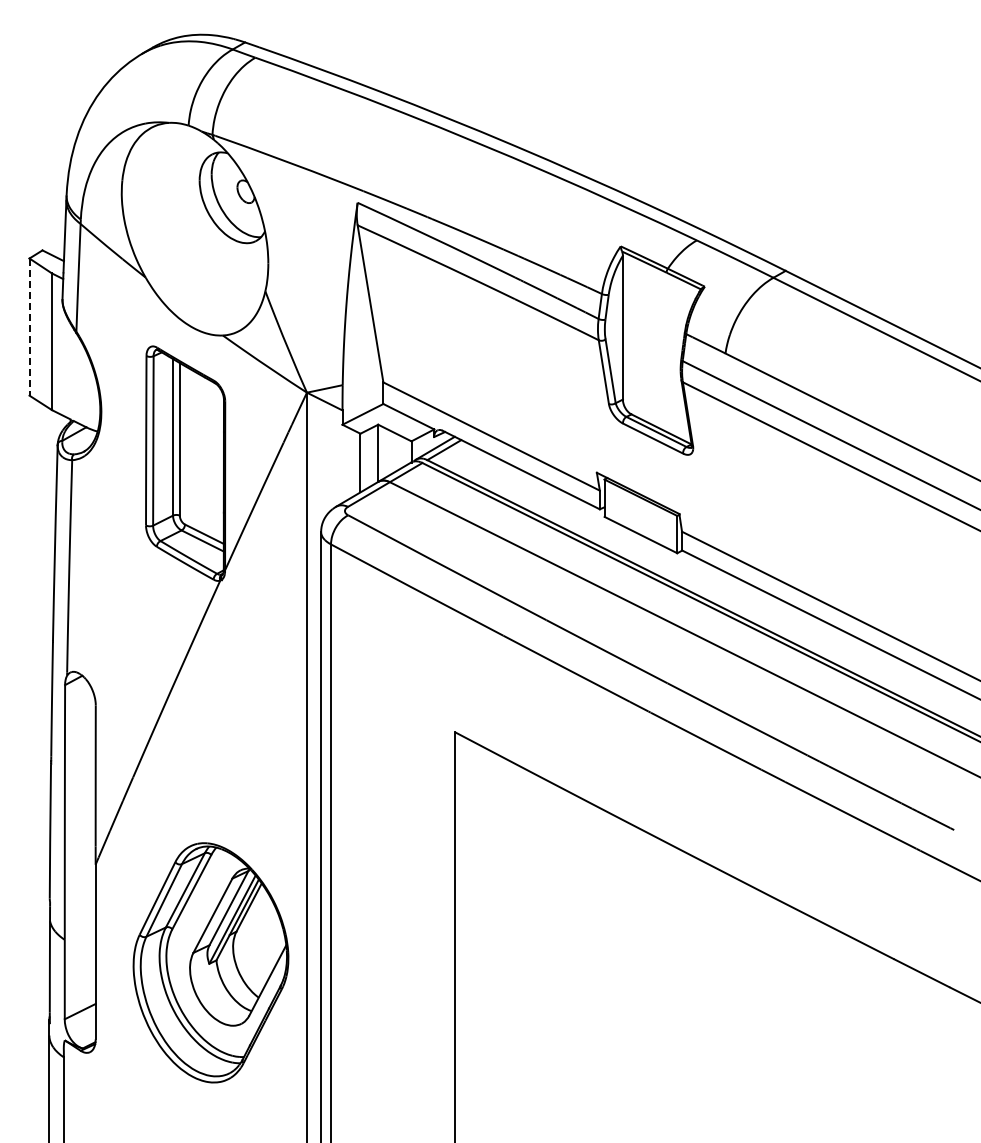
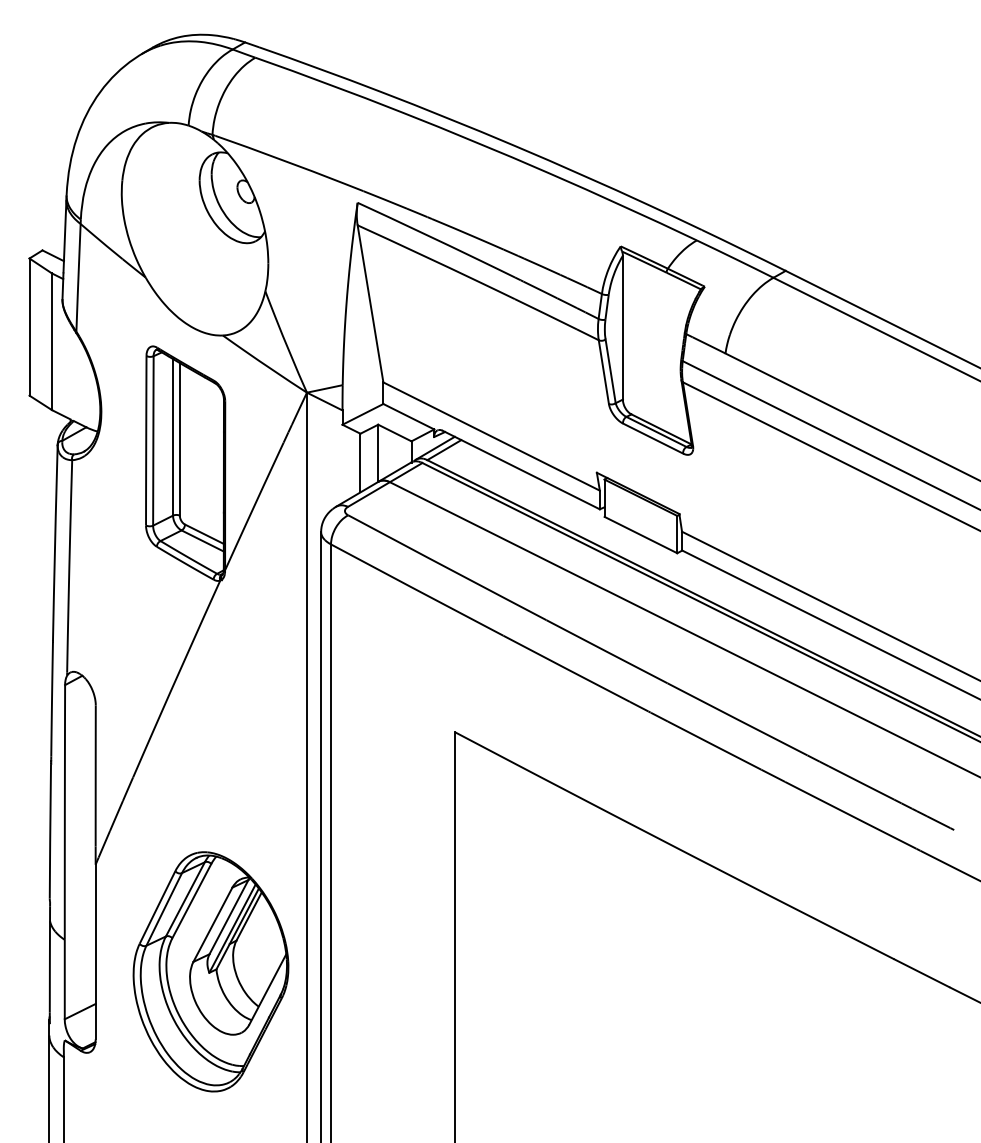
line at (29, 327): dashed -> solid
part at (210, 962) position: (210, 962) -> (210, 971)
